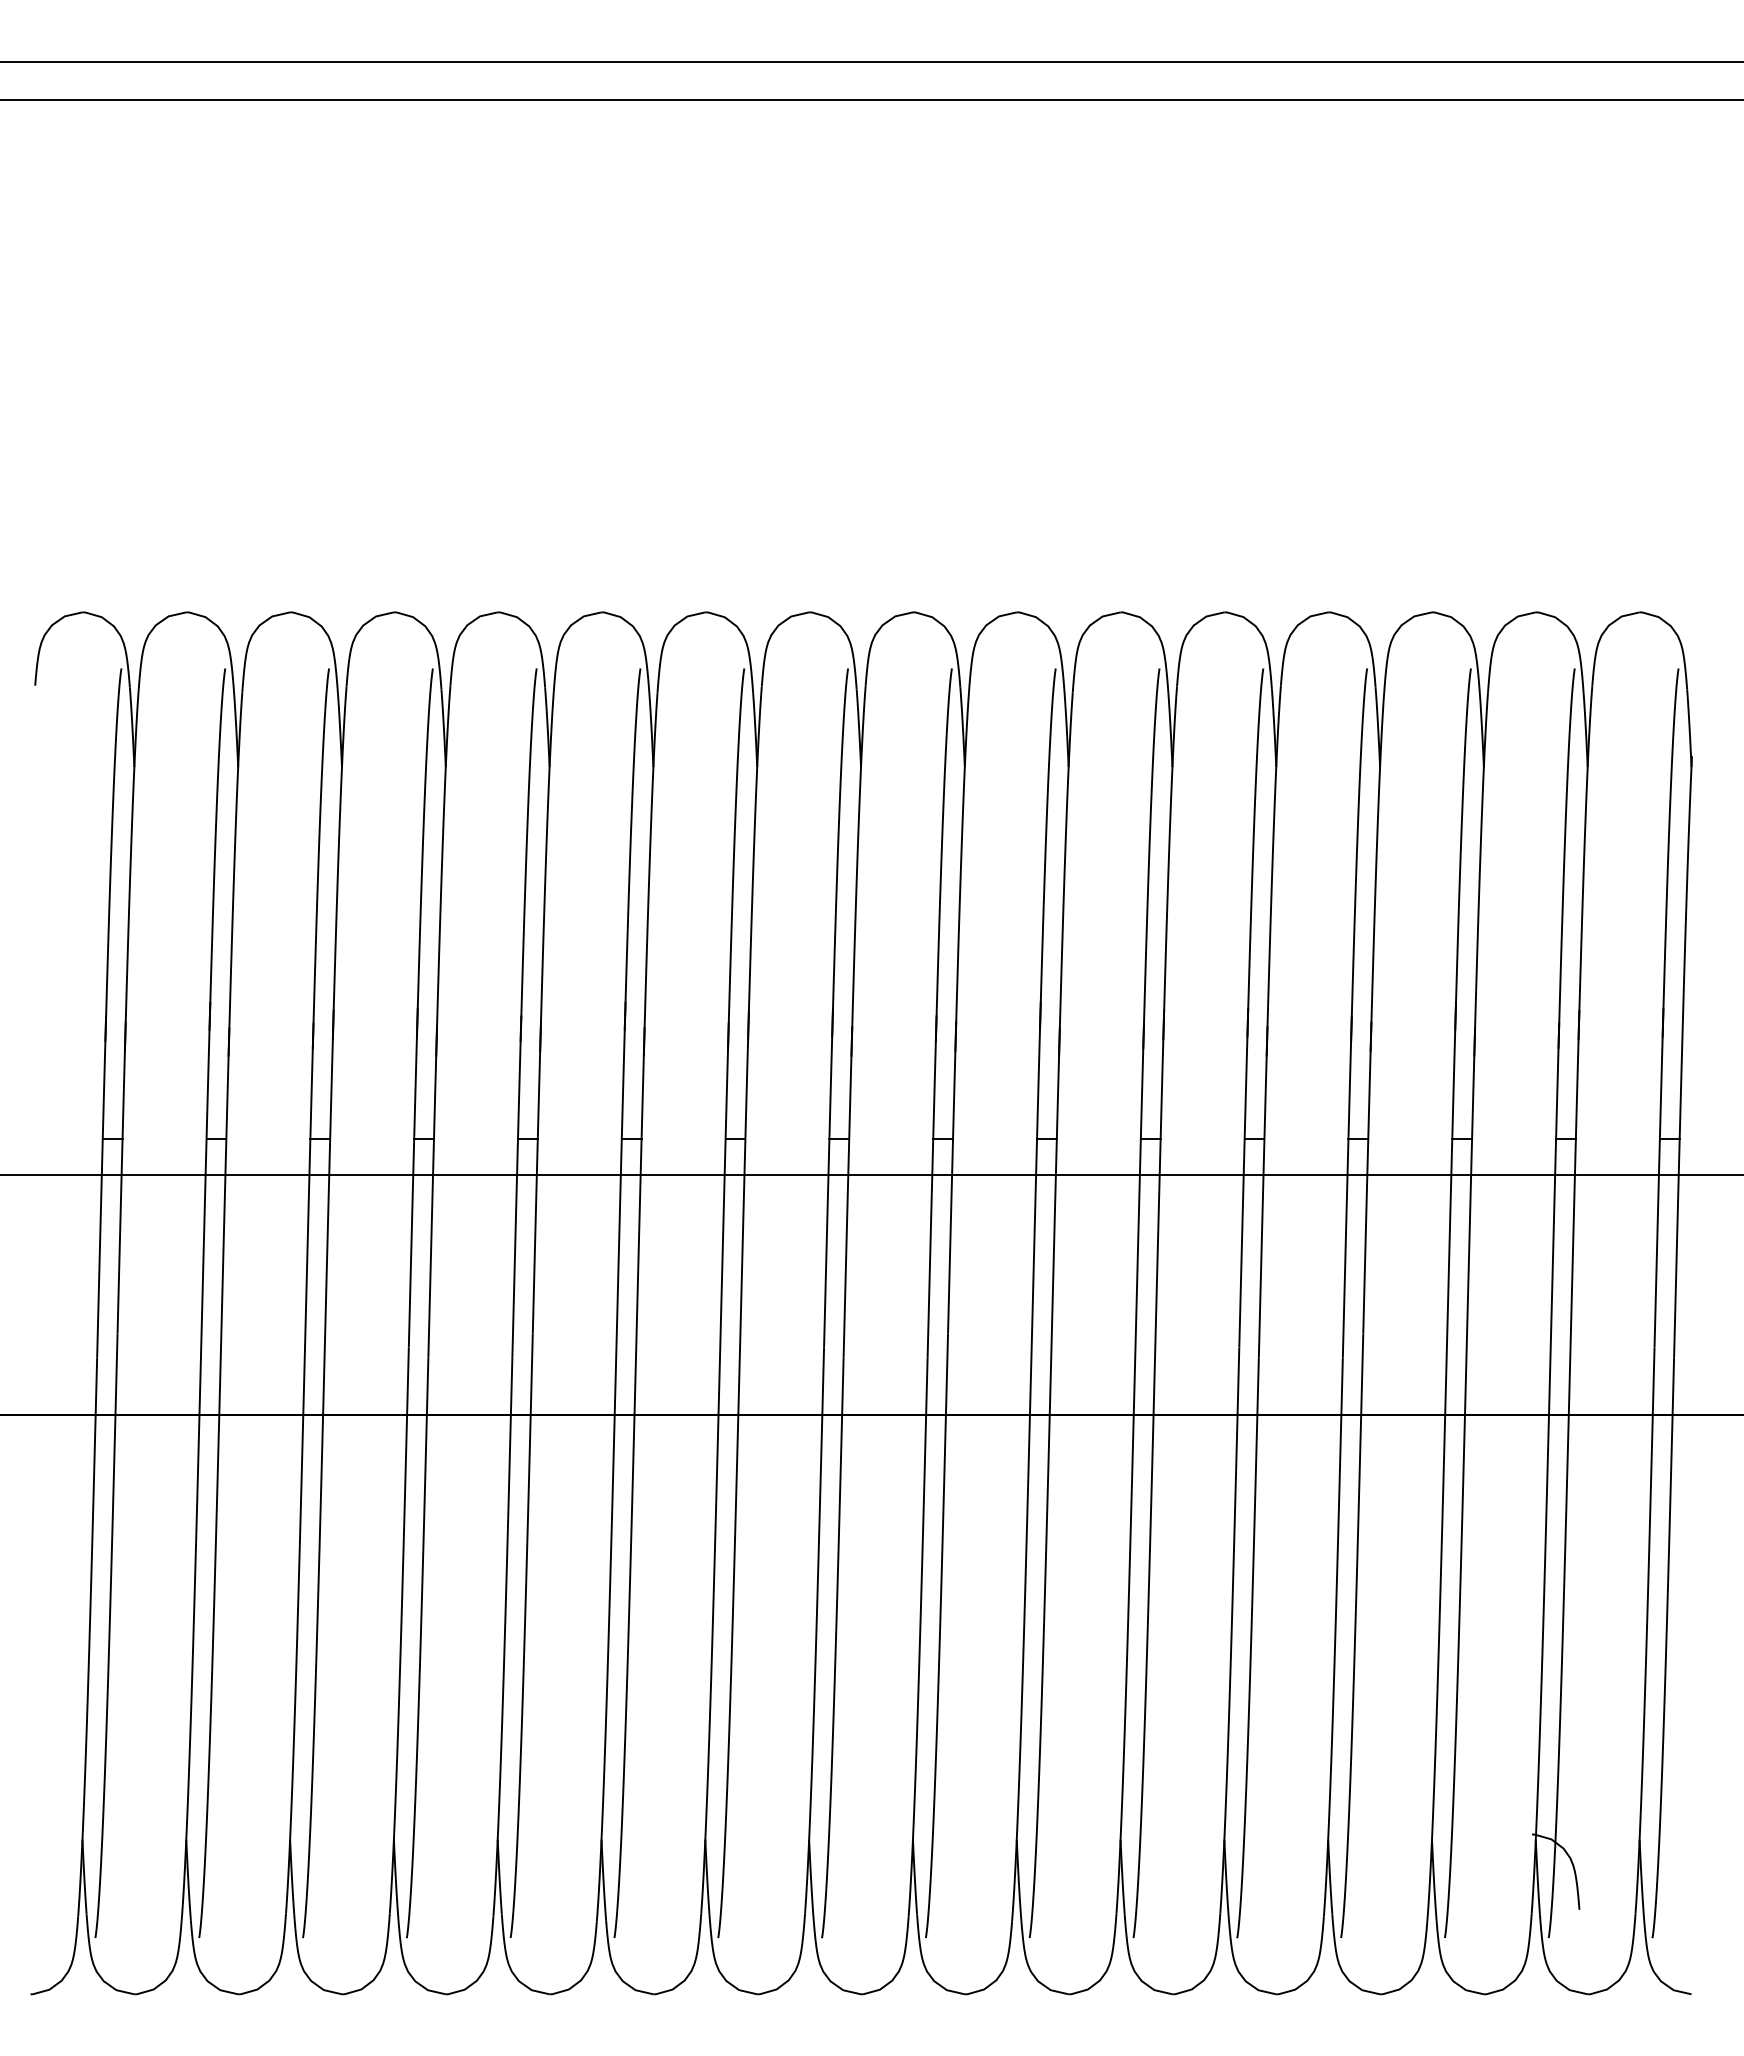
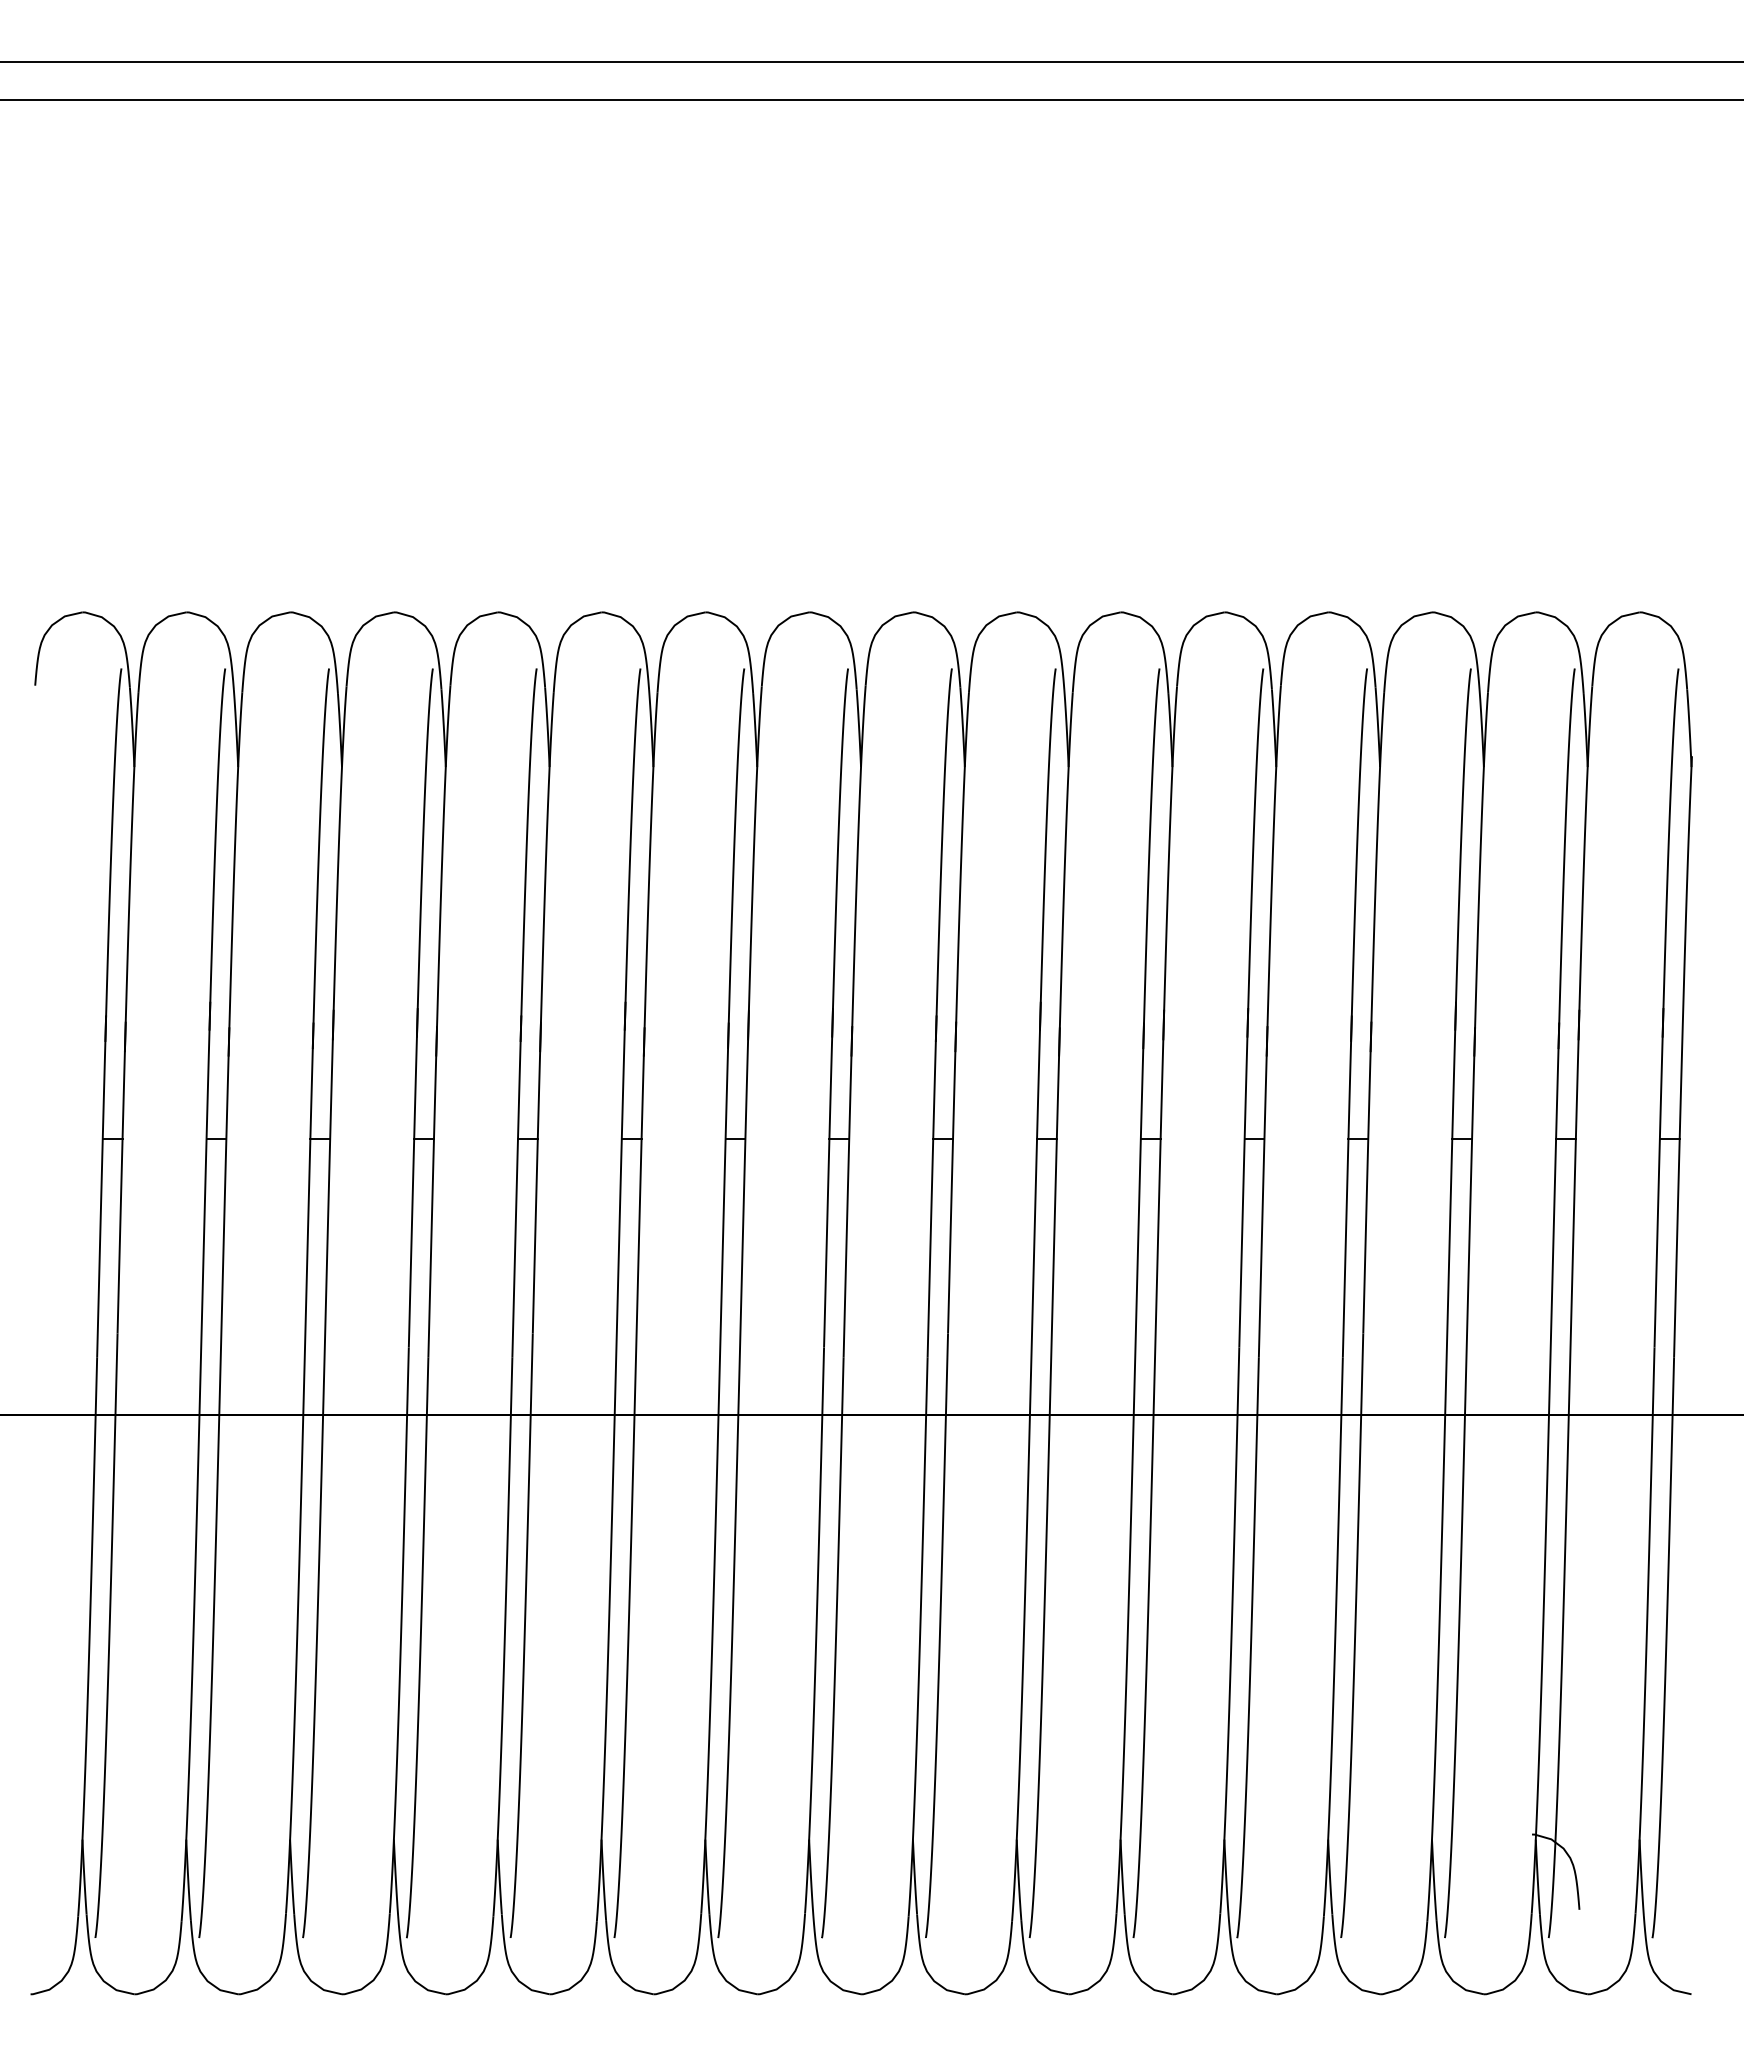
line at (871, 1174): present -> none
